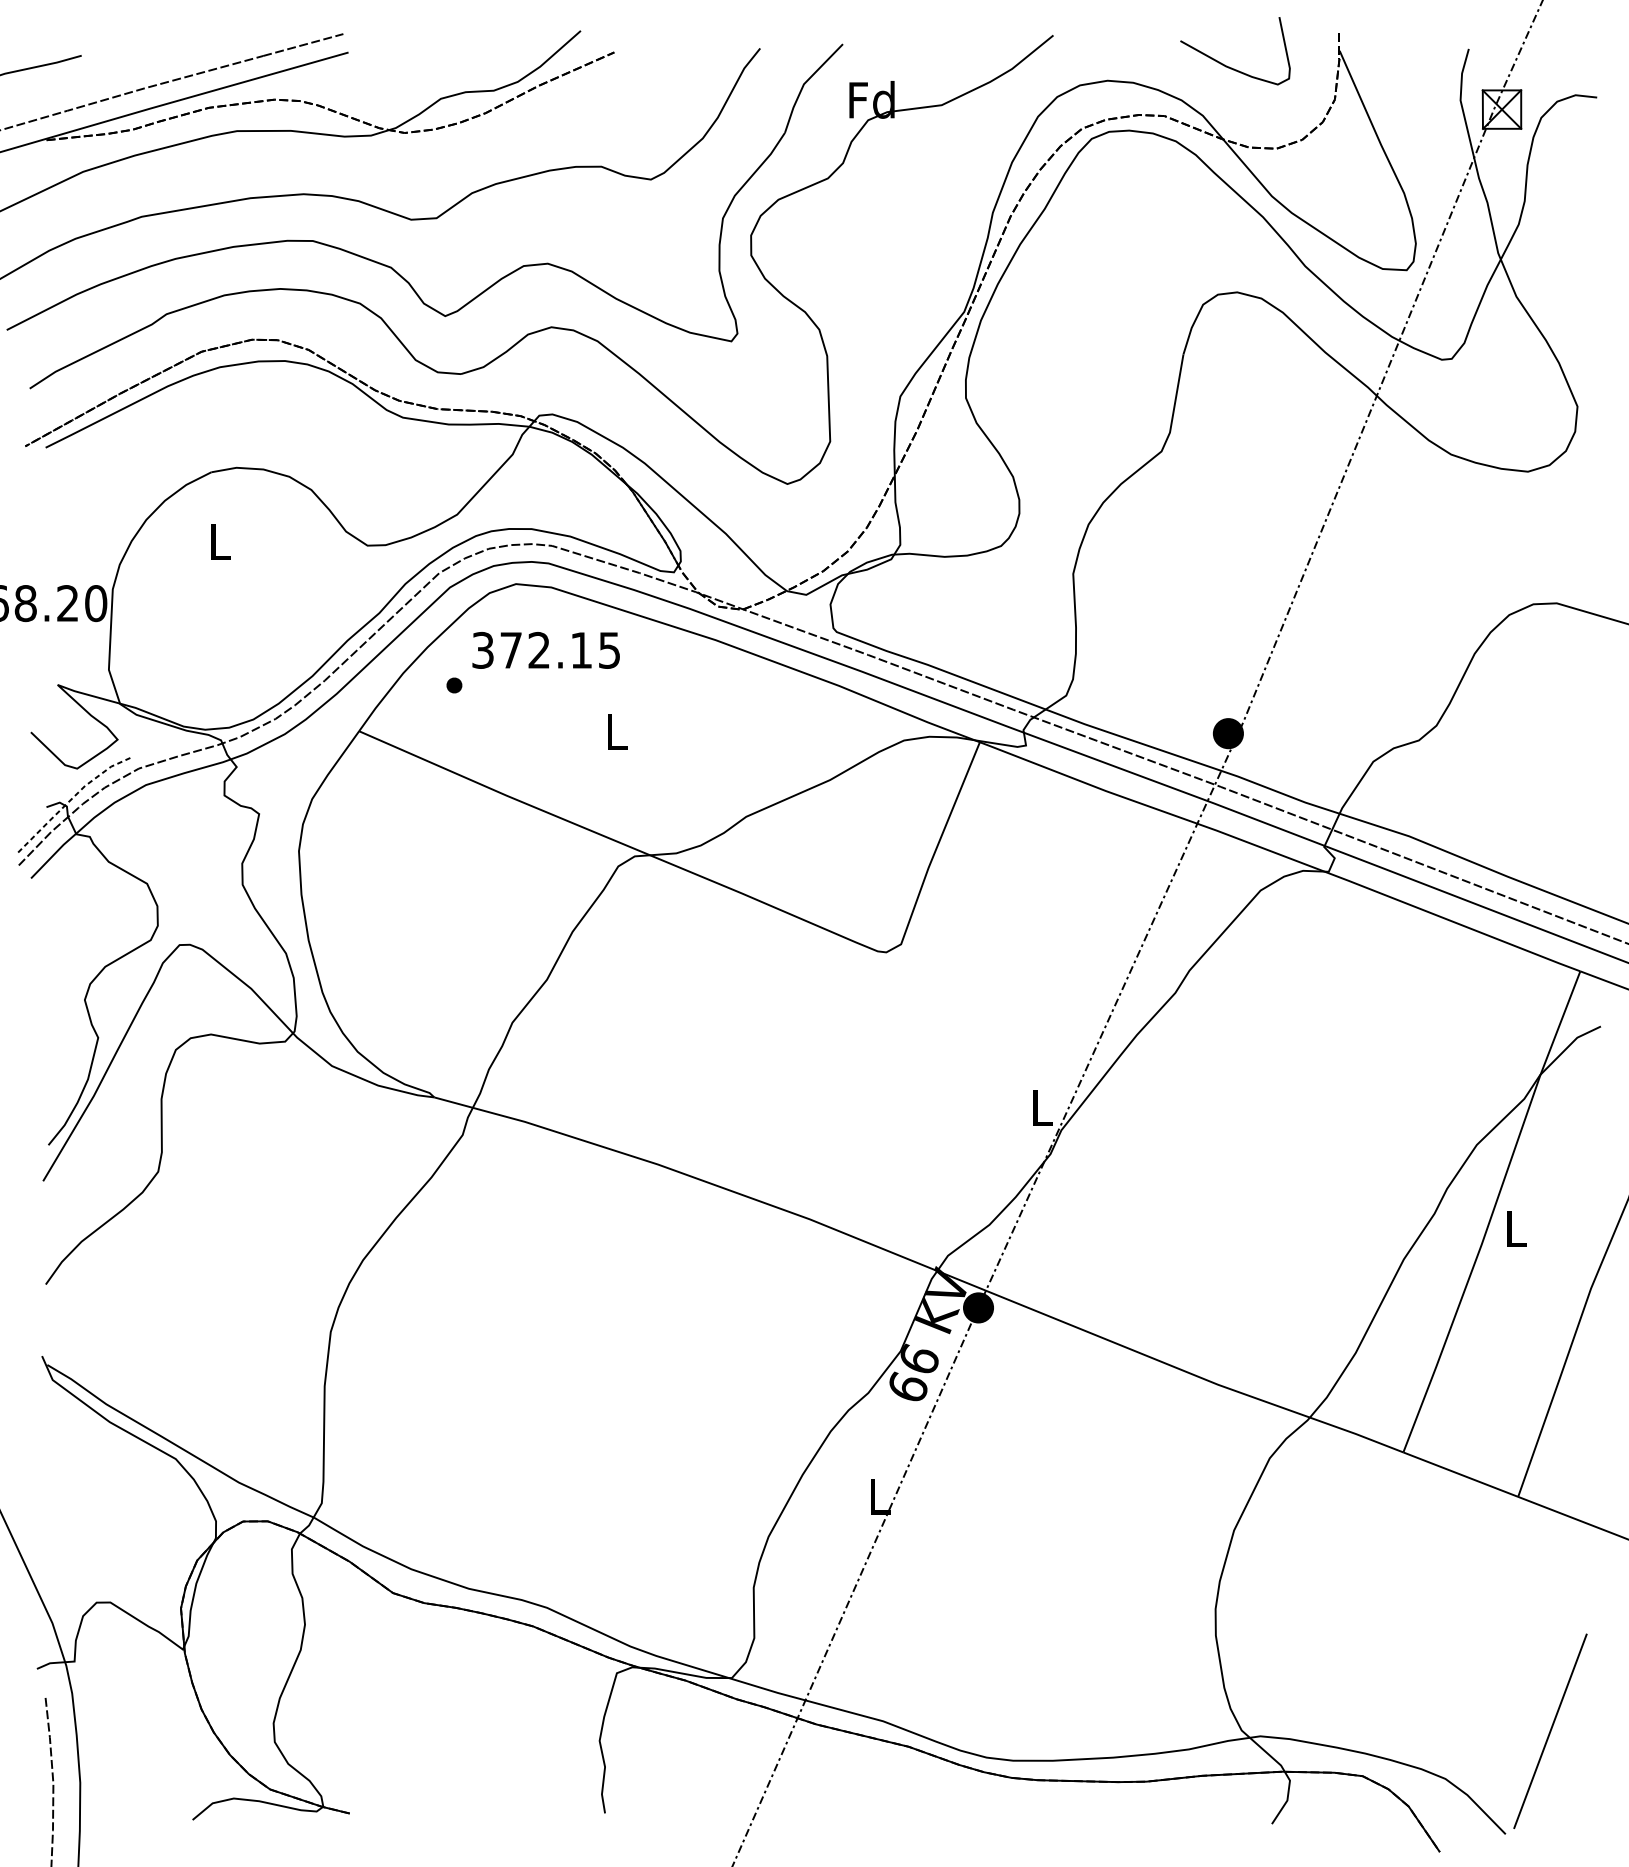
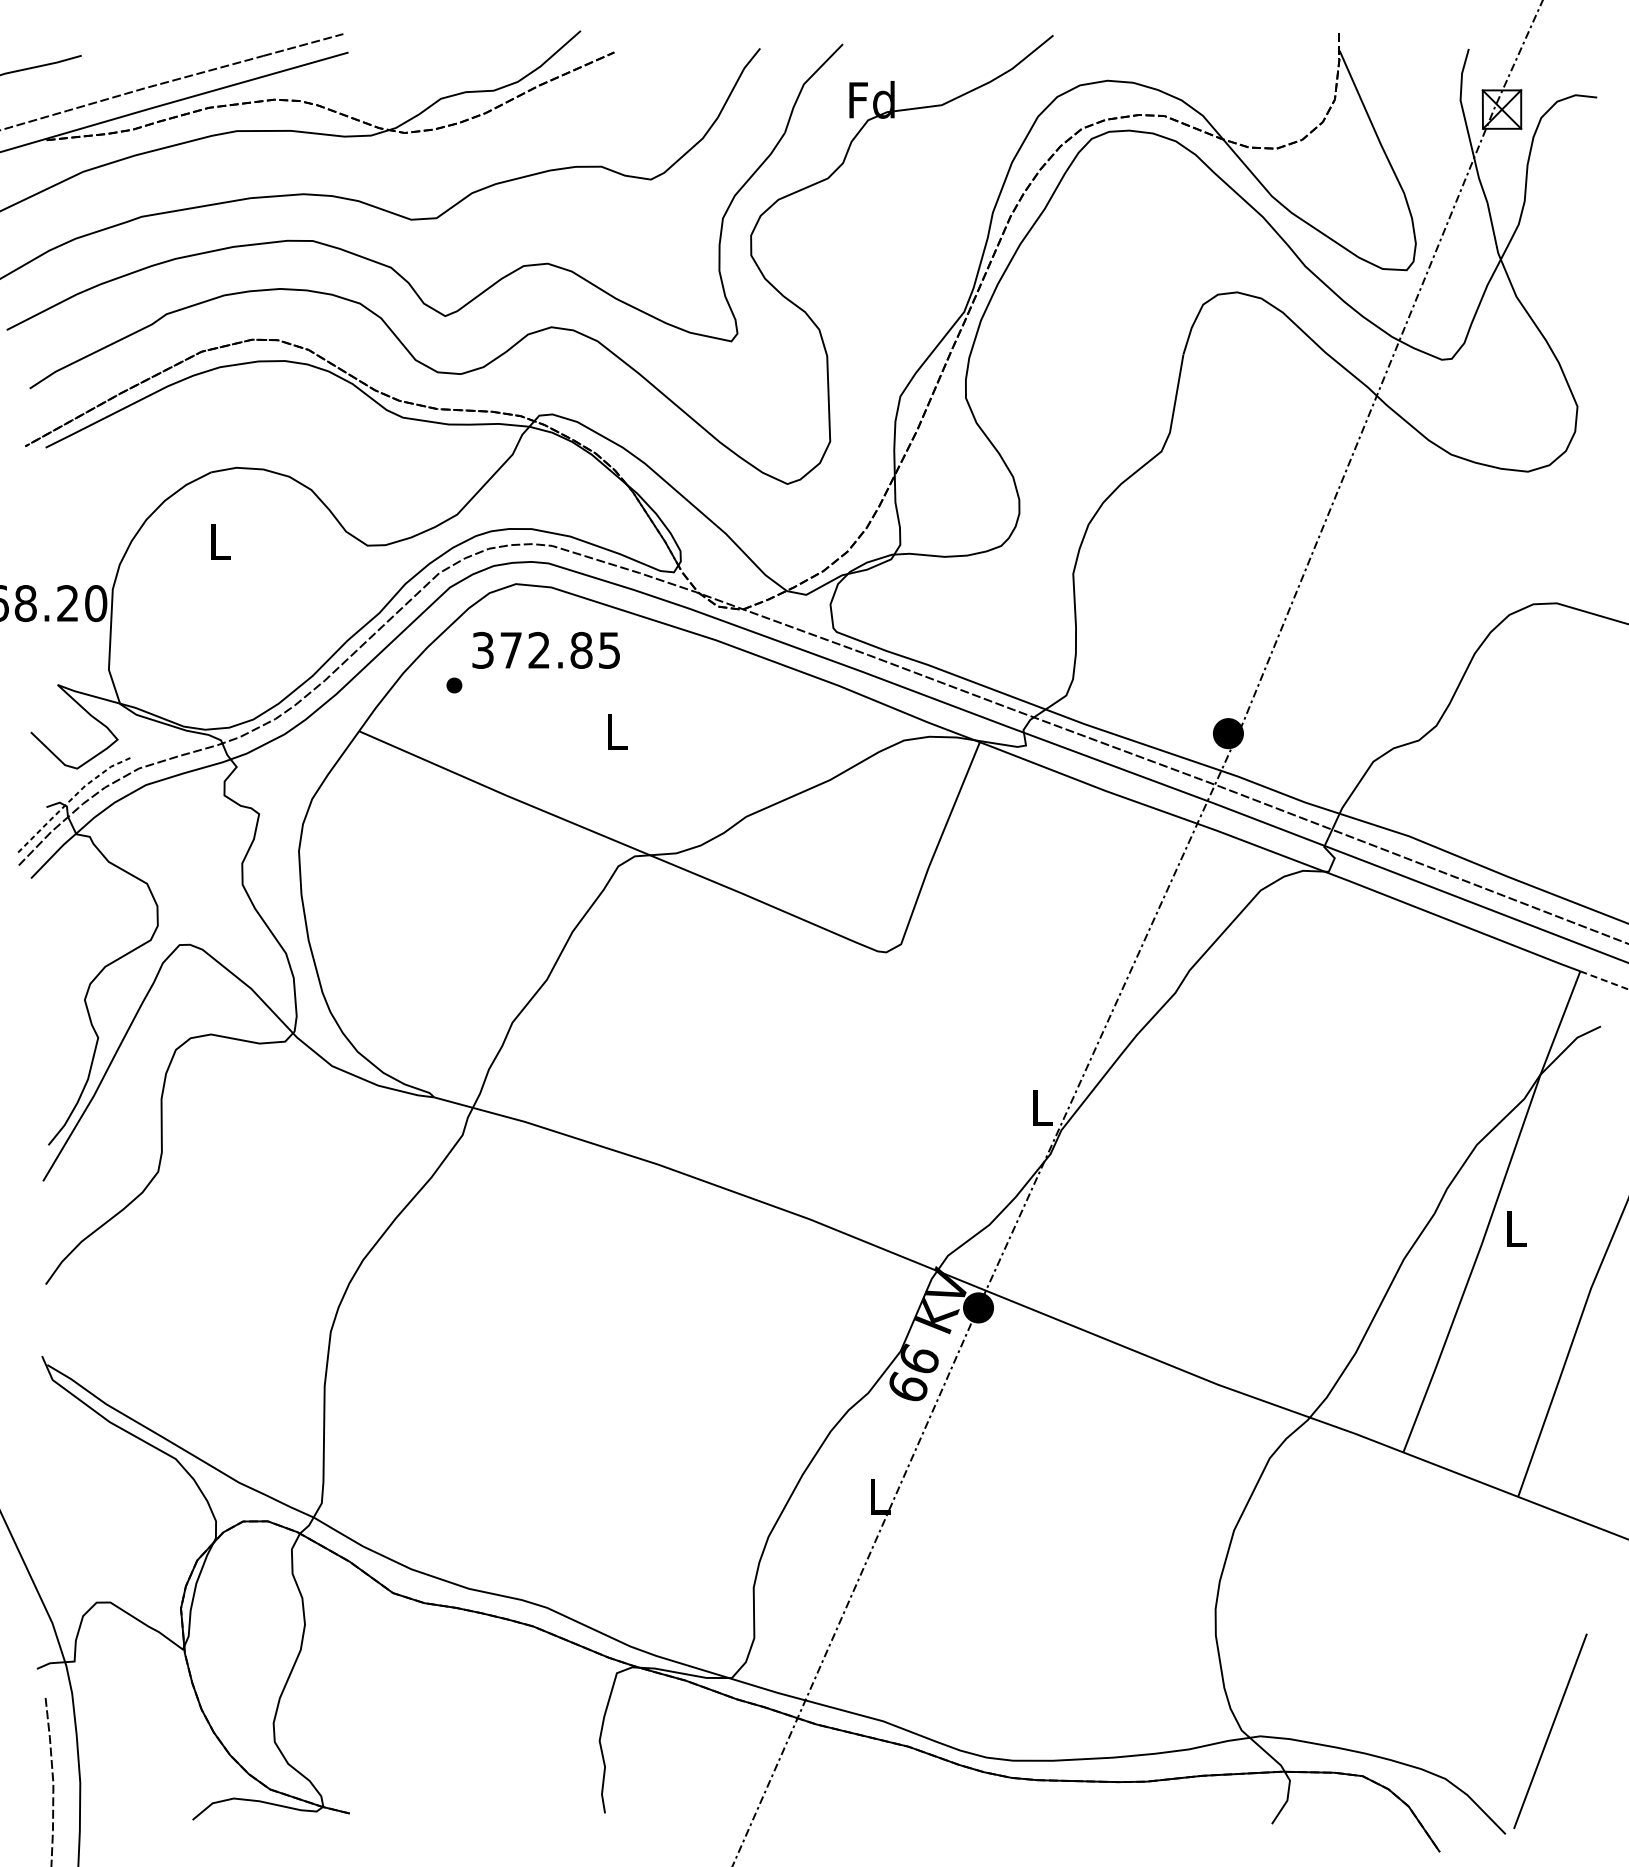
curve at (1229, 66): present -> none
text at (581, 649): 372.15 -> 372.85
line at (1604, 980): solid -> dashed
